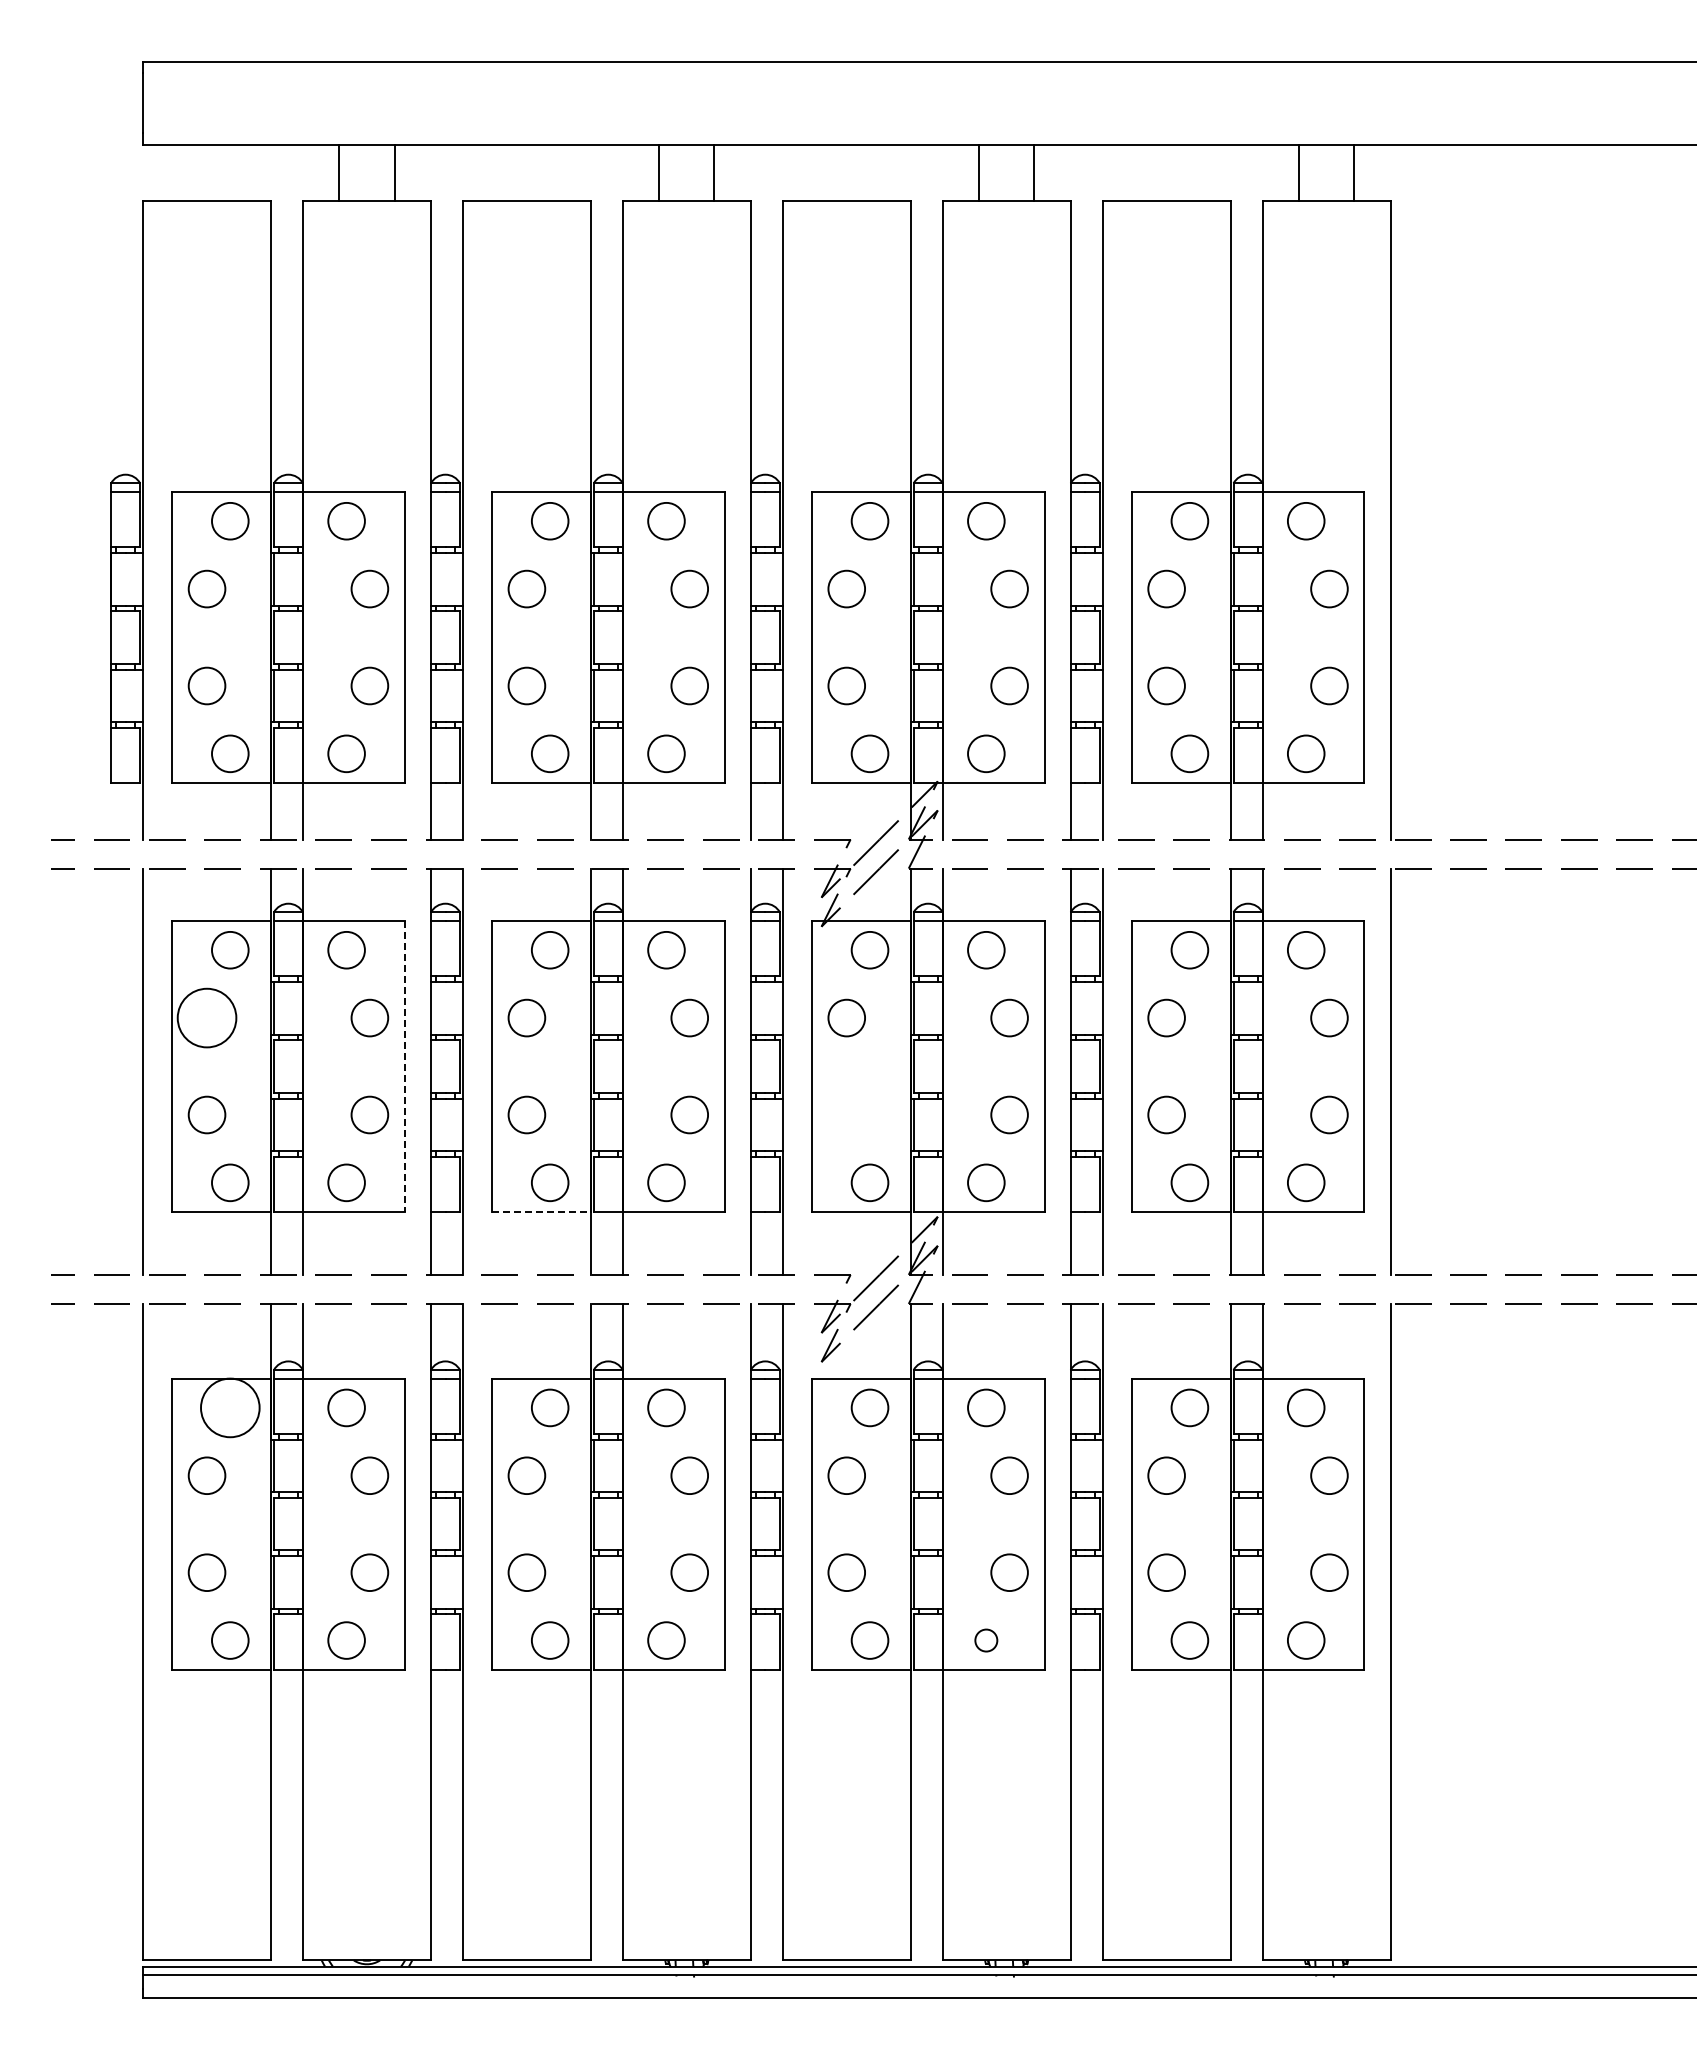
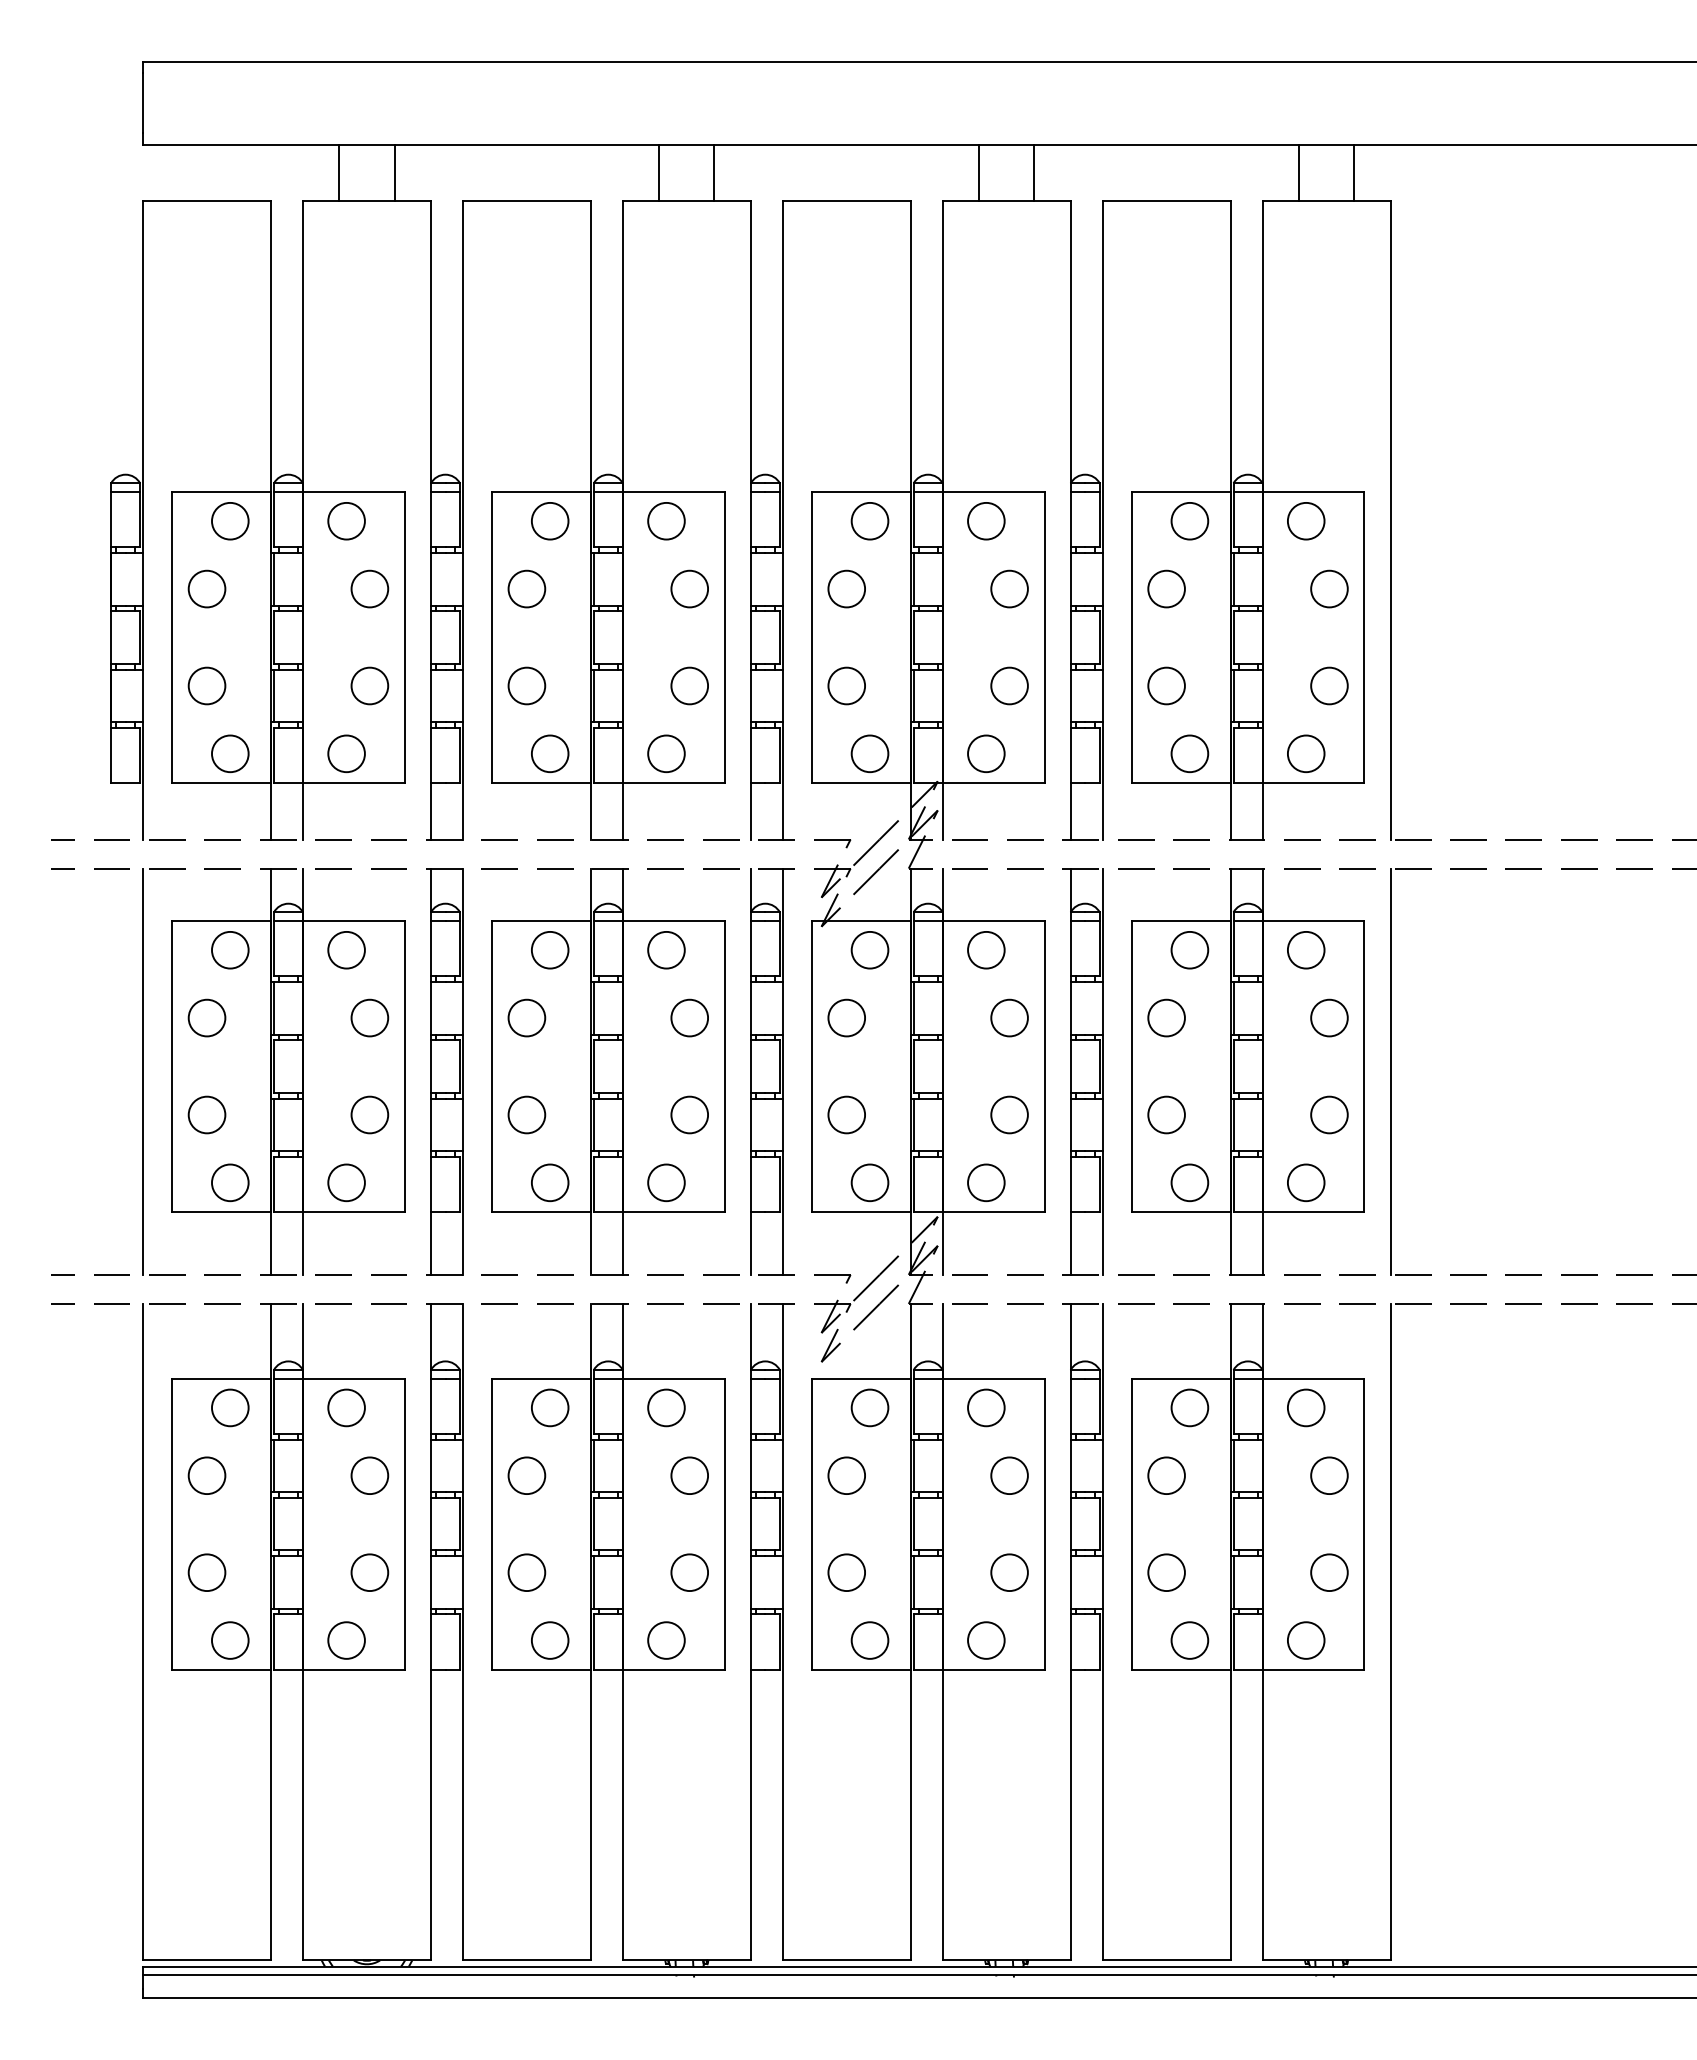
circle at (206, 1017) diameter: 59 px -> 37 px
line at (404, 1067): dashed -> solid
circle at (846, 1114): none -> present
line at (541, 1211): dashed -> solid
circle at (230, 1407) diameter: 59 px -> 37 px
circle at (986, 1640) diameter: 22 px -> 37 px
